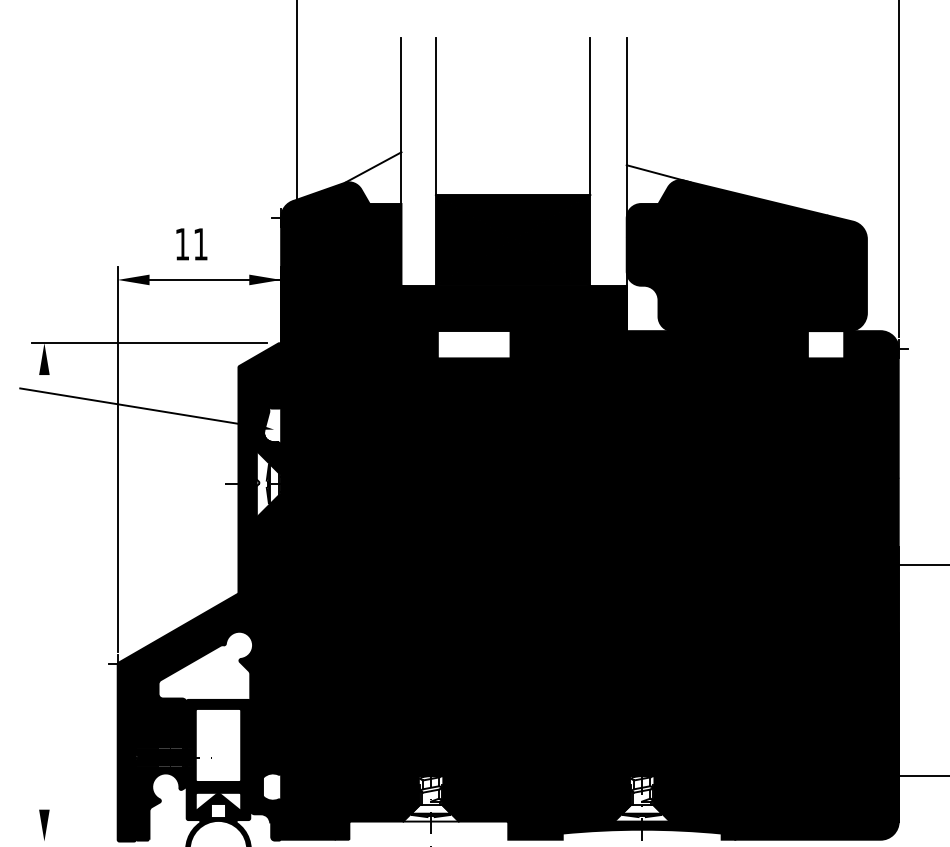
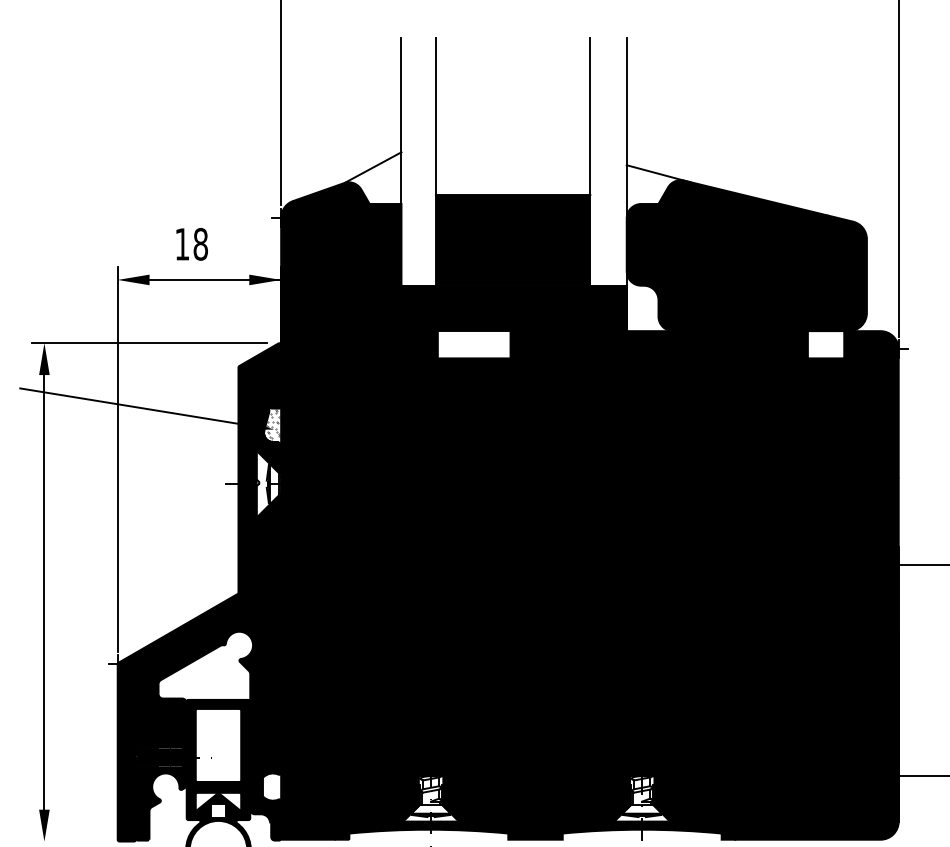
line at (297, 103) position: (297, 103) -> (281, 103)
text at (200, 243): 11 -> 18
hatch at (273, 424): none -> present
line at (44, 592): none -> present
fill at (428, 827): none -> present
